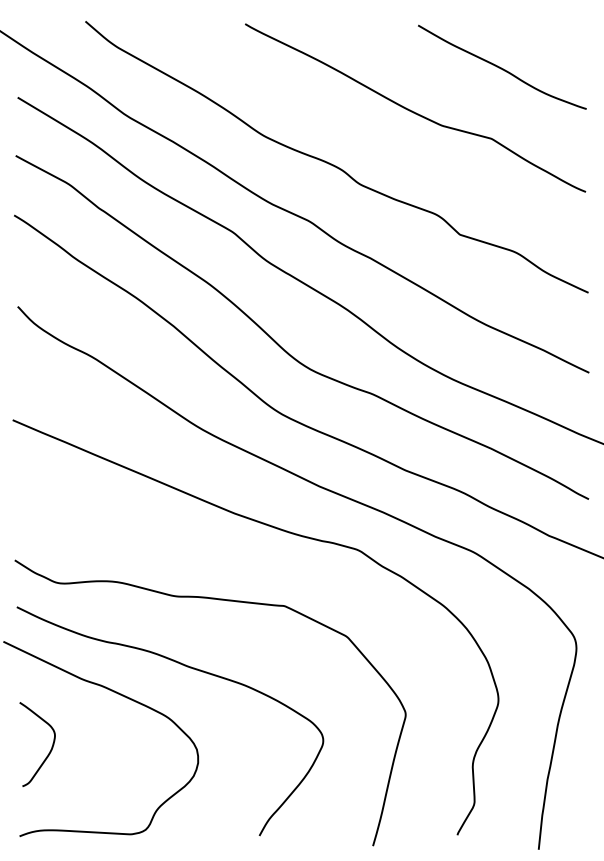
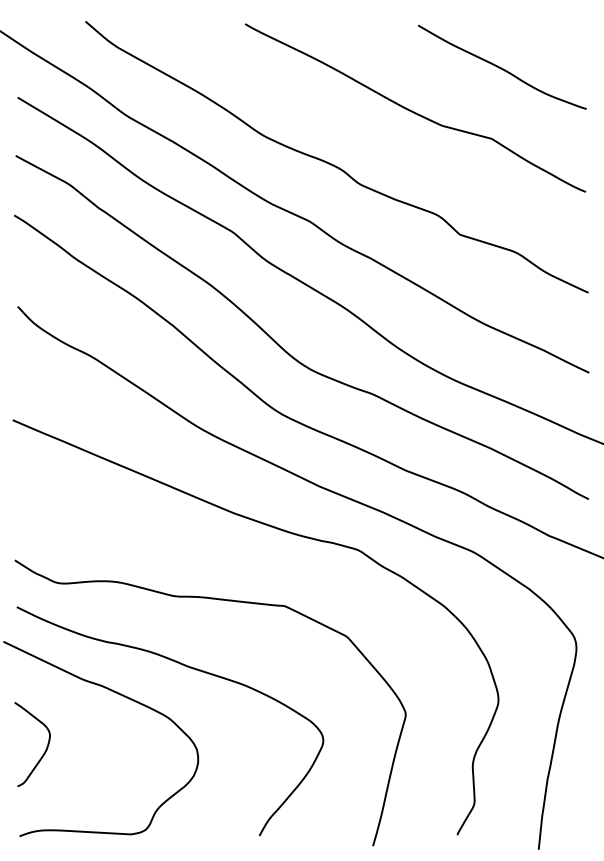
curve at (49, 751) position: (49, 751) -> (44, 751)
